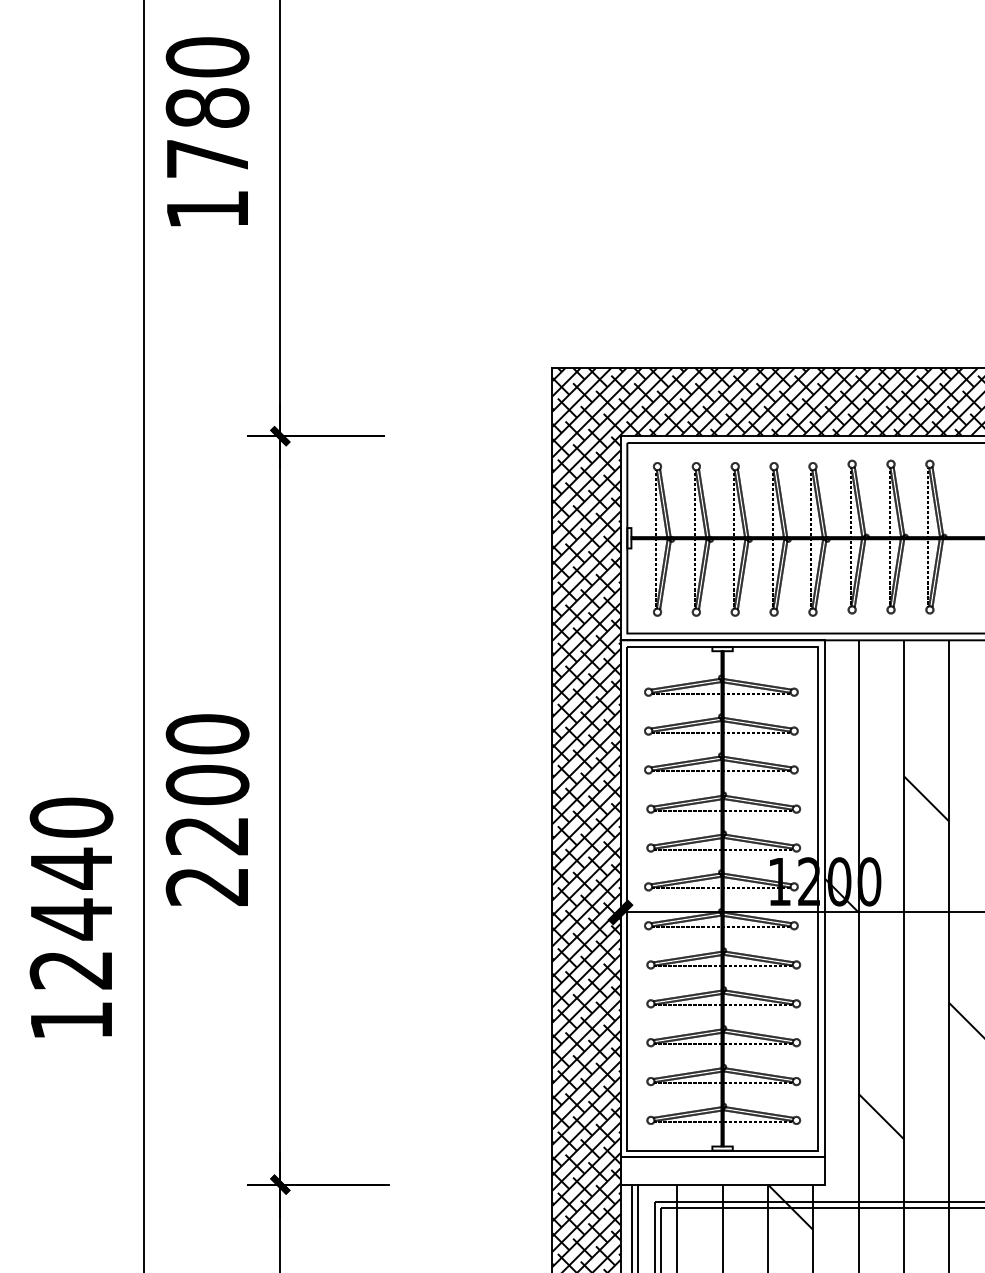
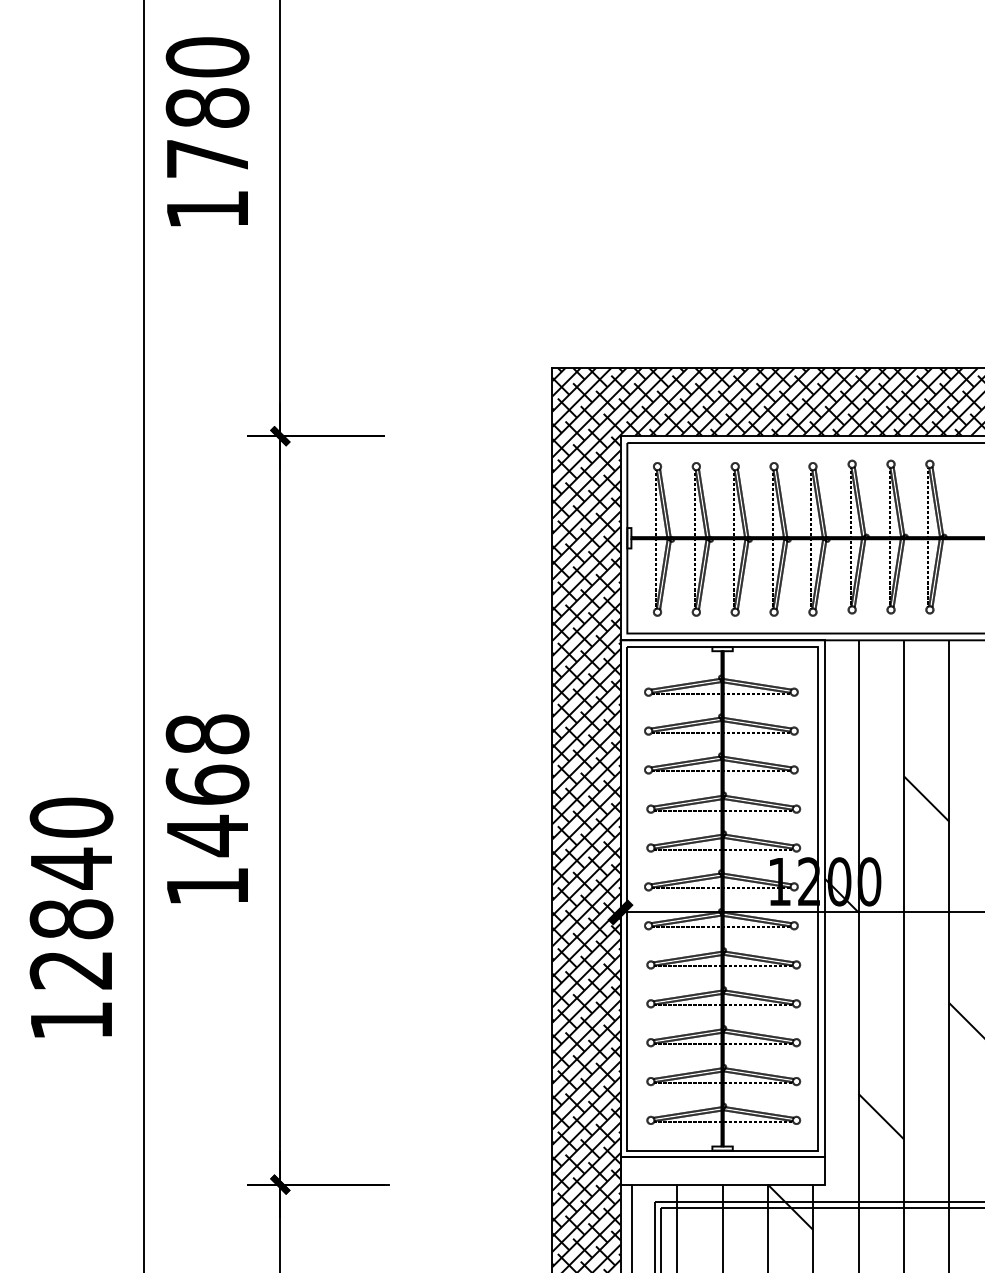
text at (207, 809): 2200 -> 1468
text at (71, 919): 12440 -> 12840
line at (637, 1226): present -> none
